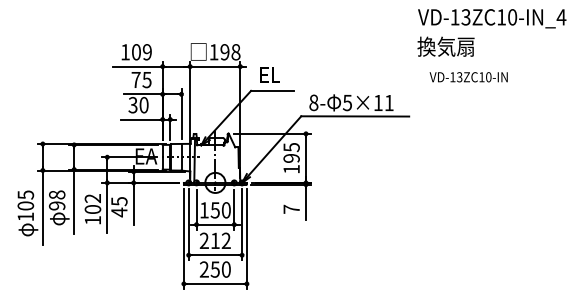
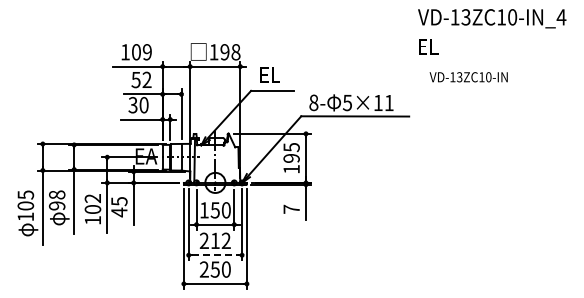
text at (445, 46): 換気扇 -> EL
text at (141, 79): 75 -> 52
line at (215, 255): solid -> dashed
